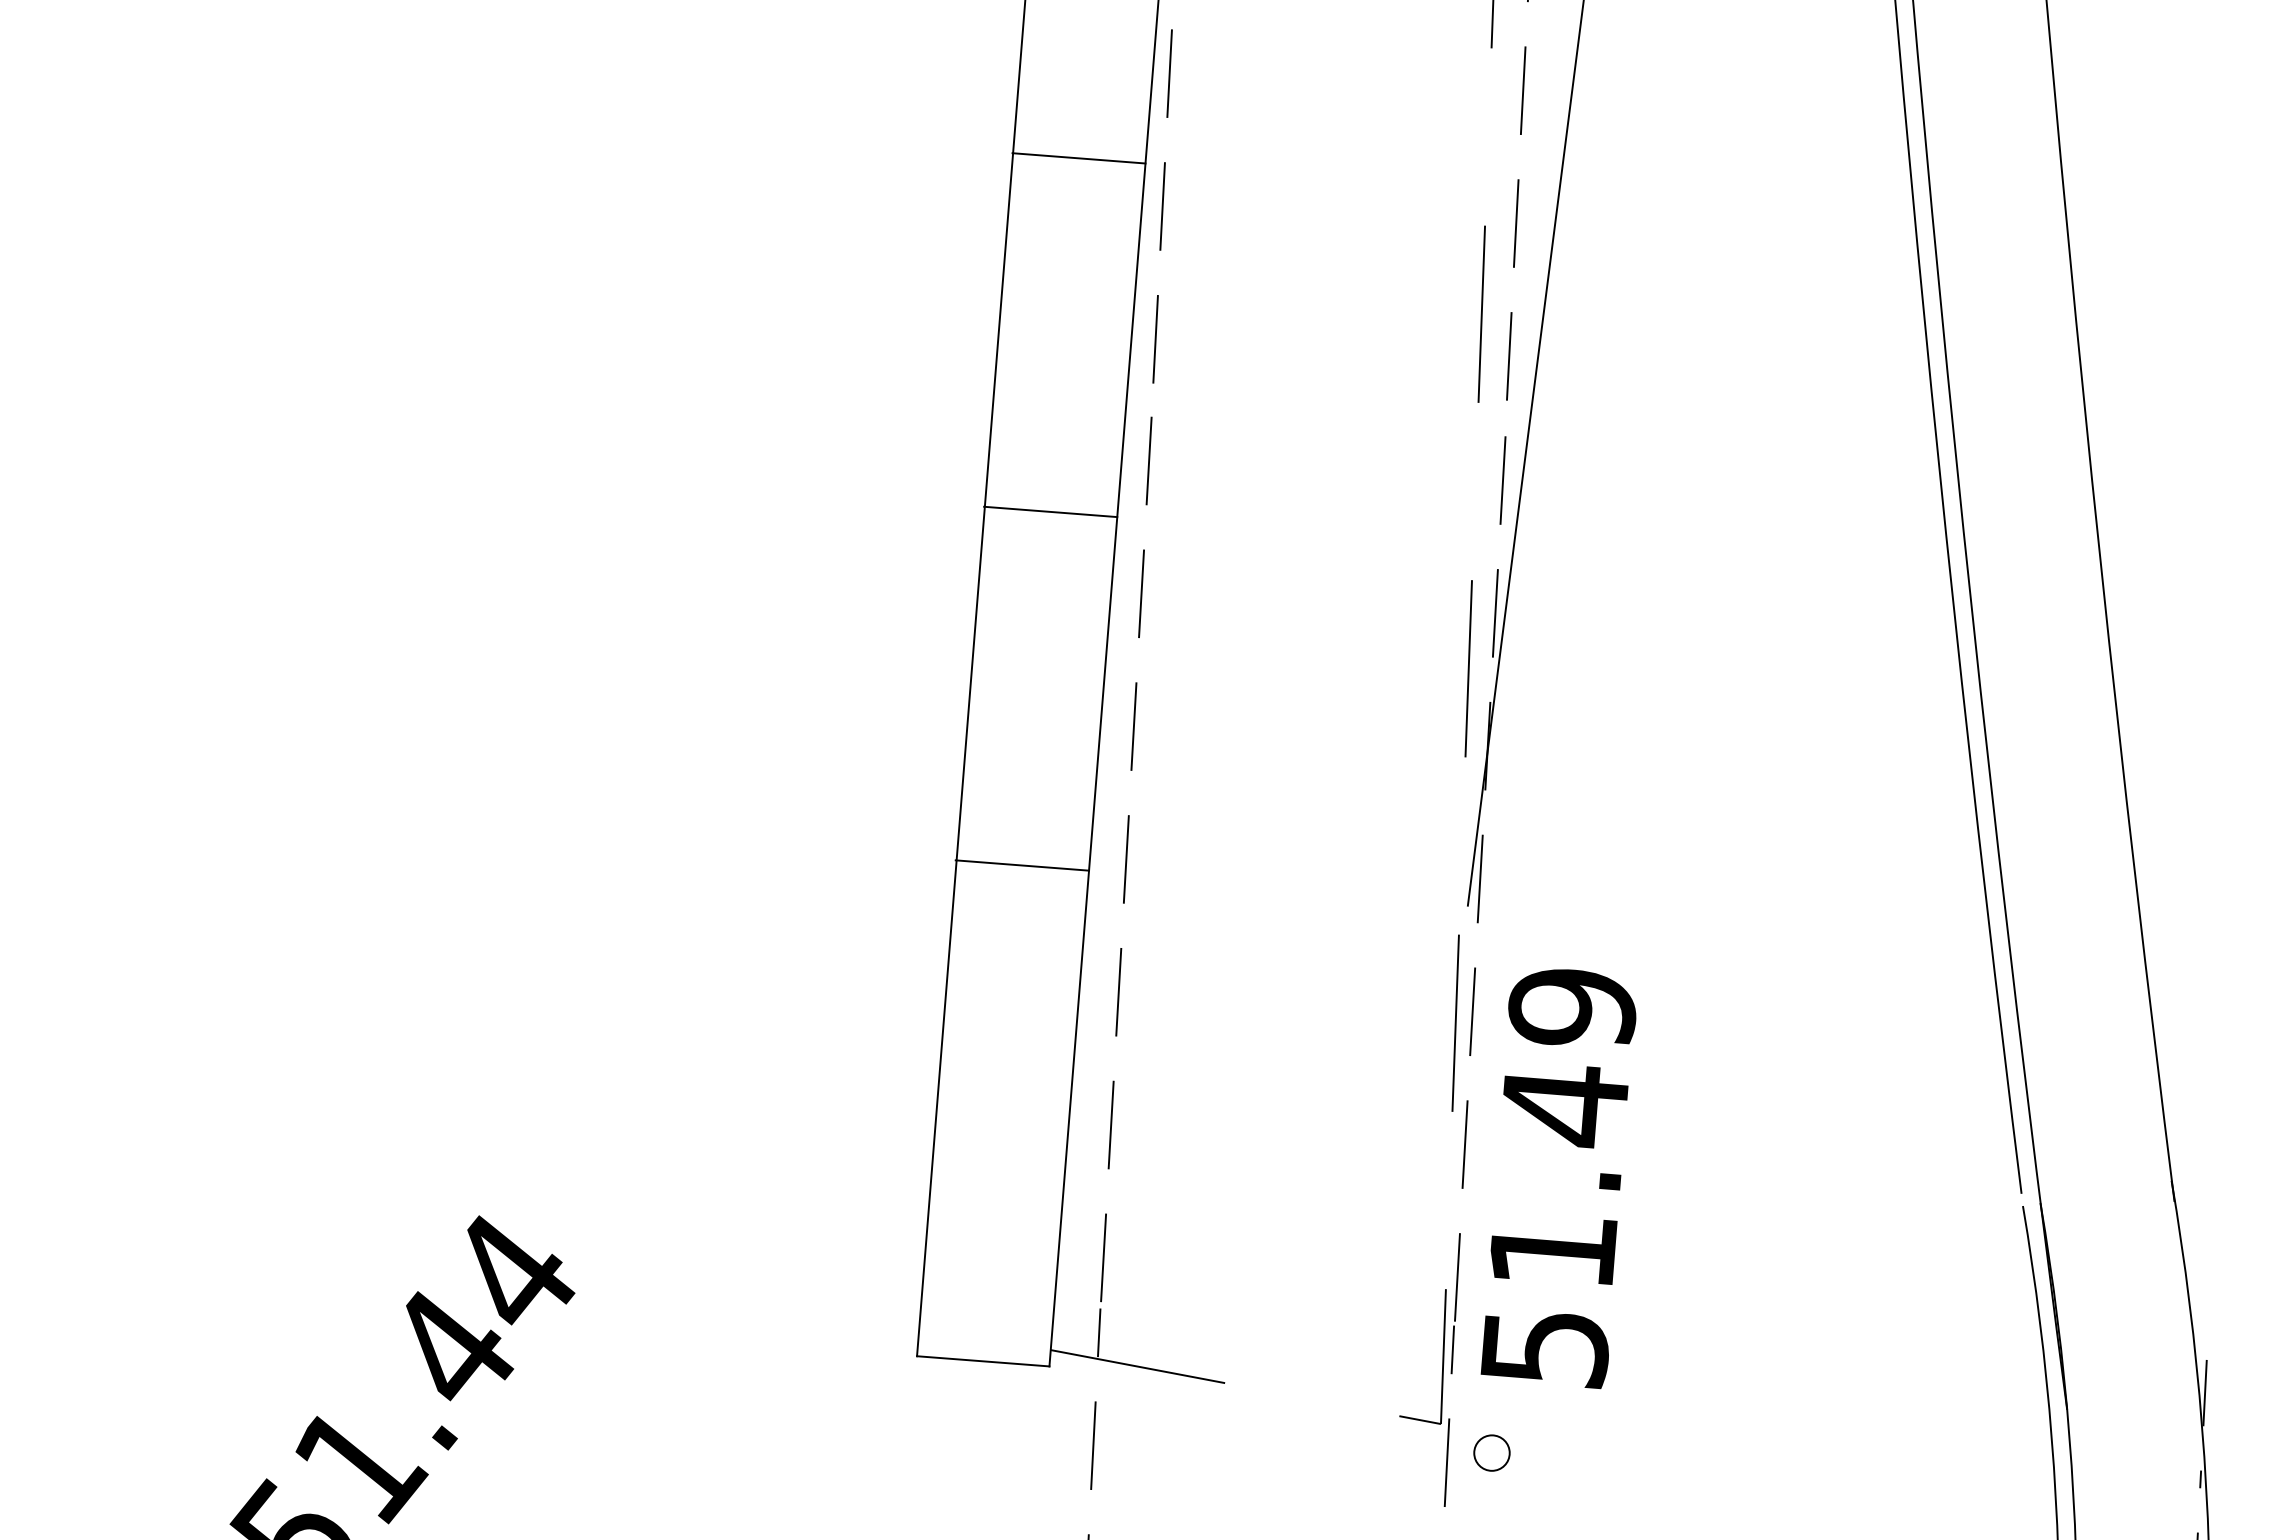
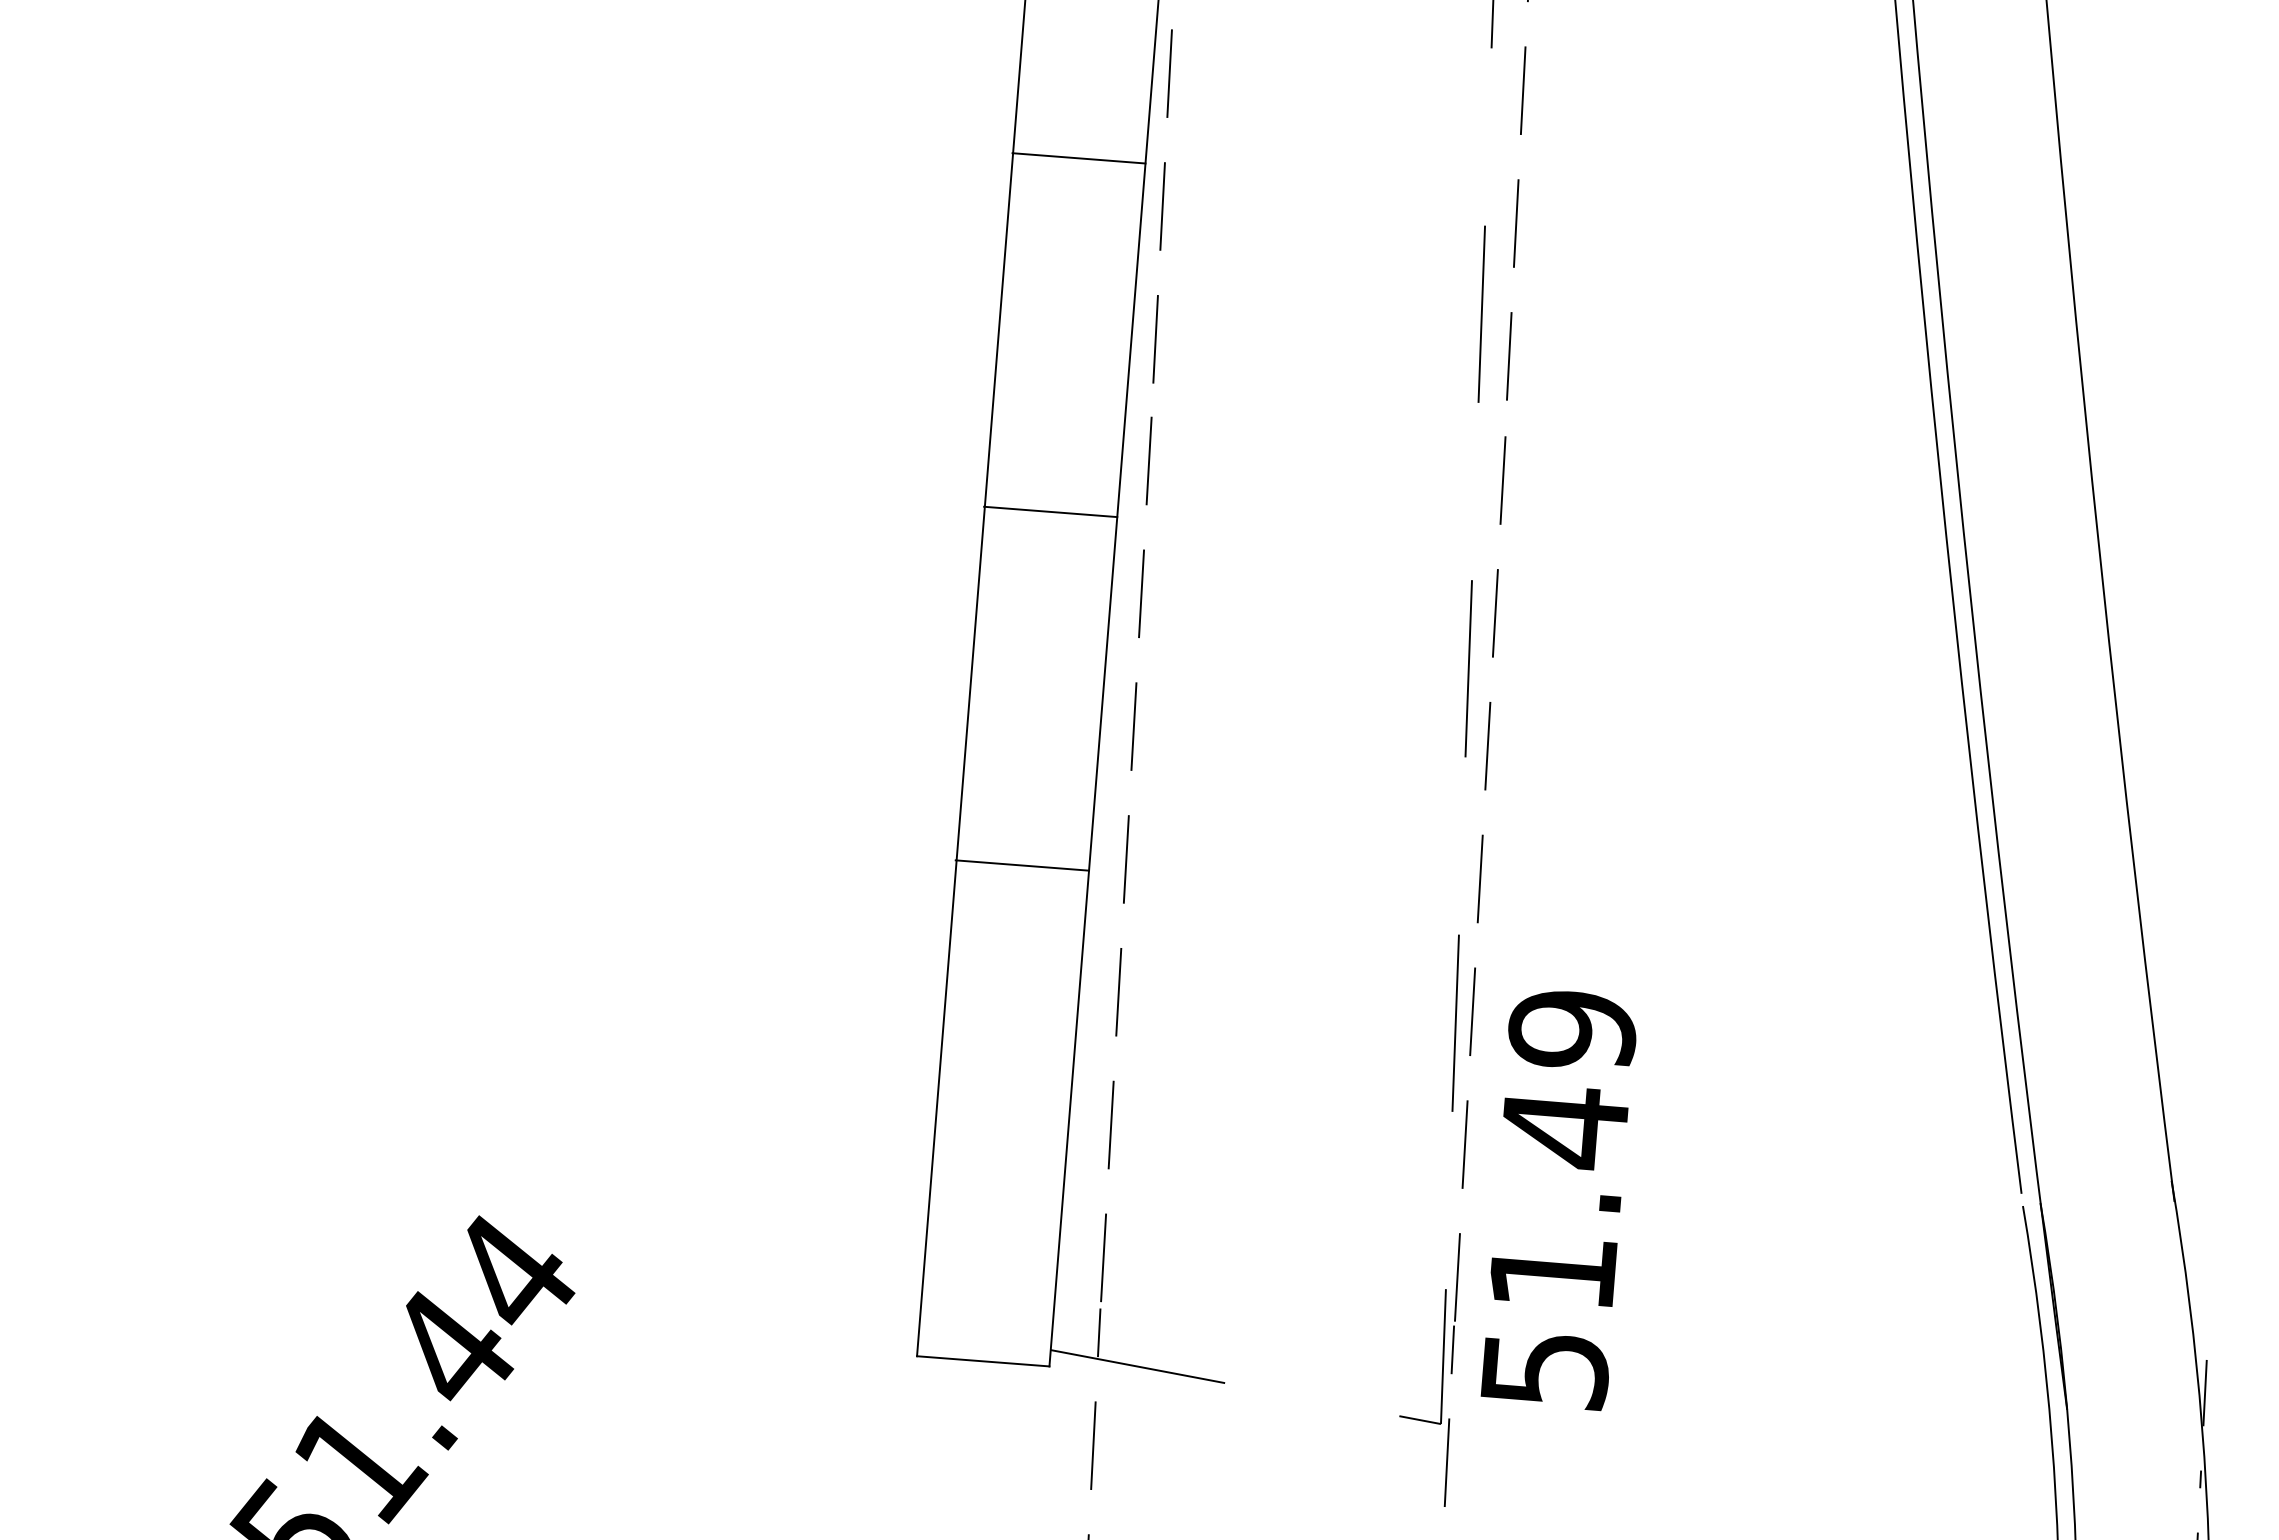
line at (1525, 453): present -> none
text at (1558, 1179) position: (1558, 1179) -> (1558, 1201)
circle at (1491, 1452): present -> none
